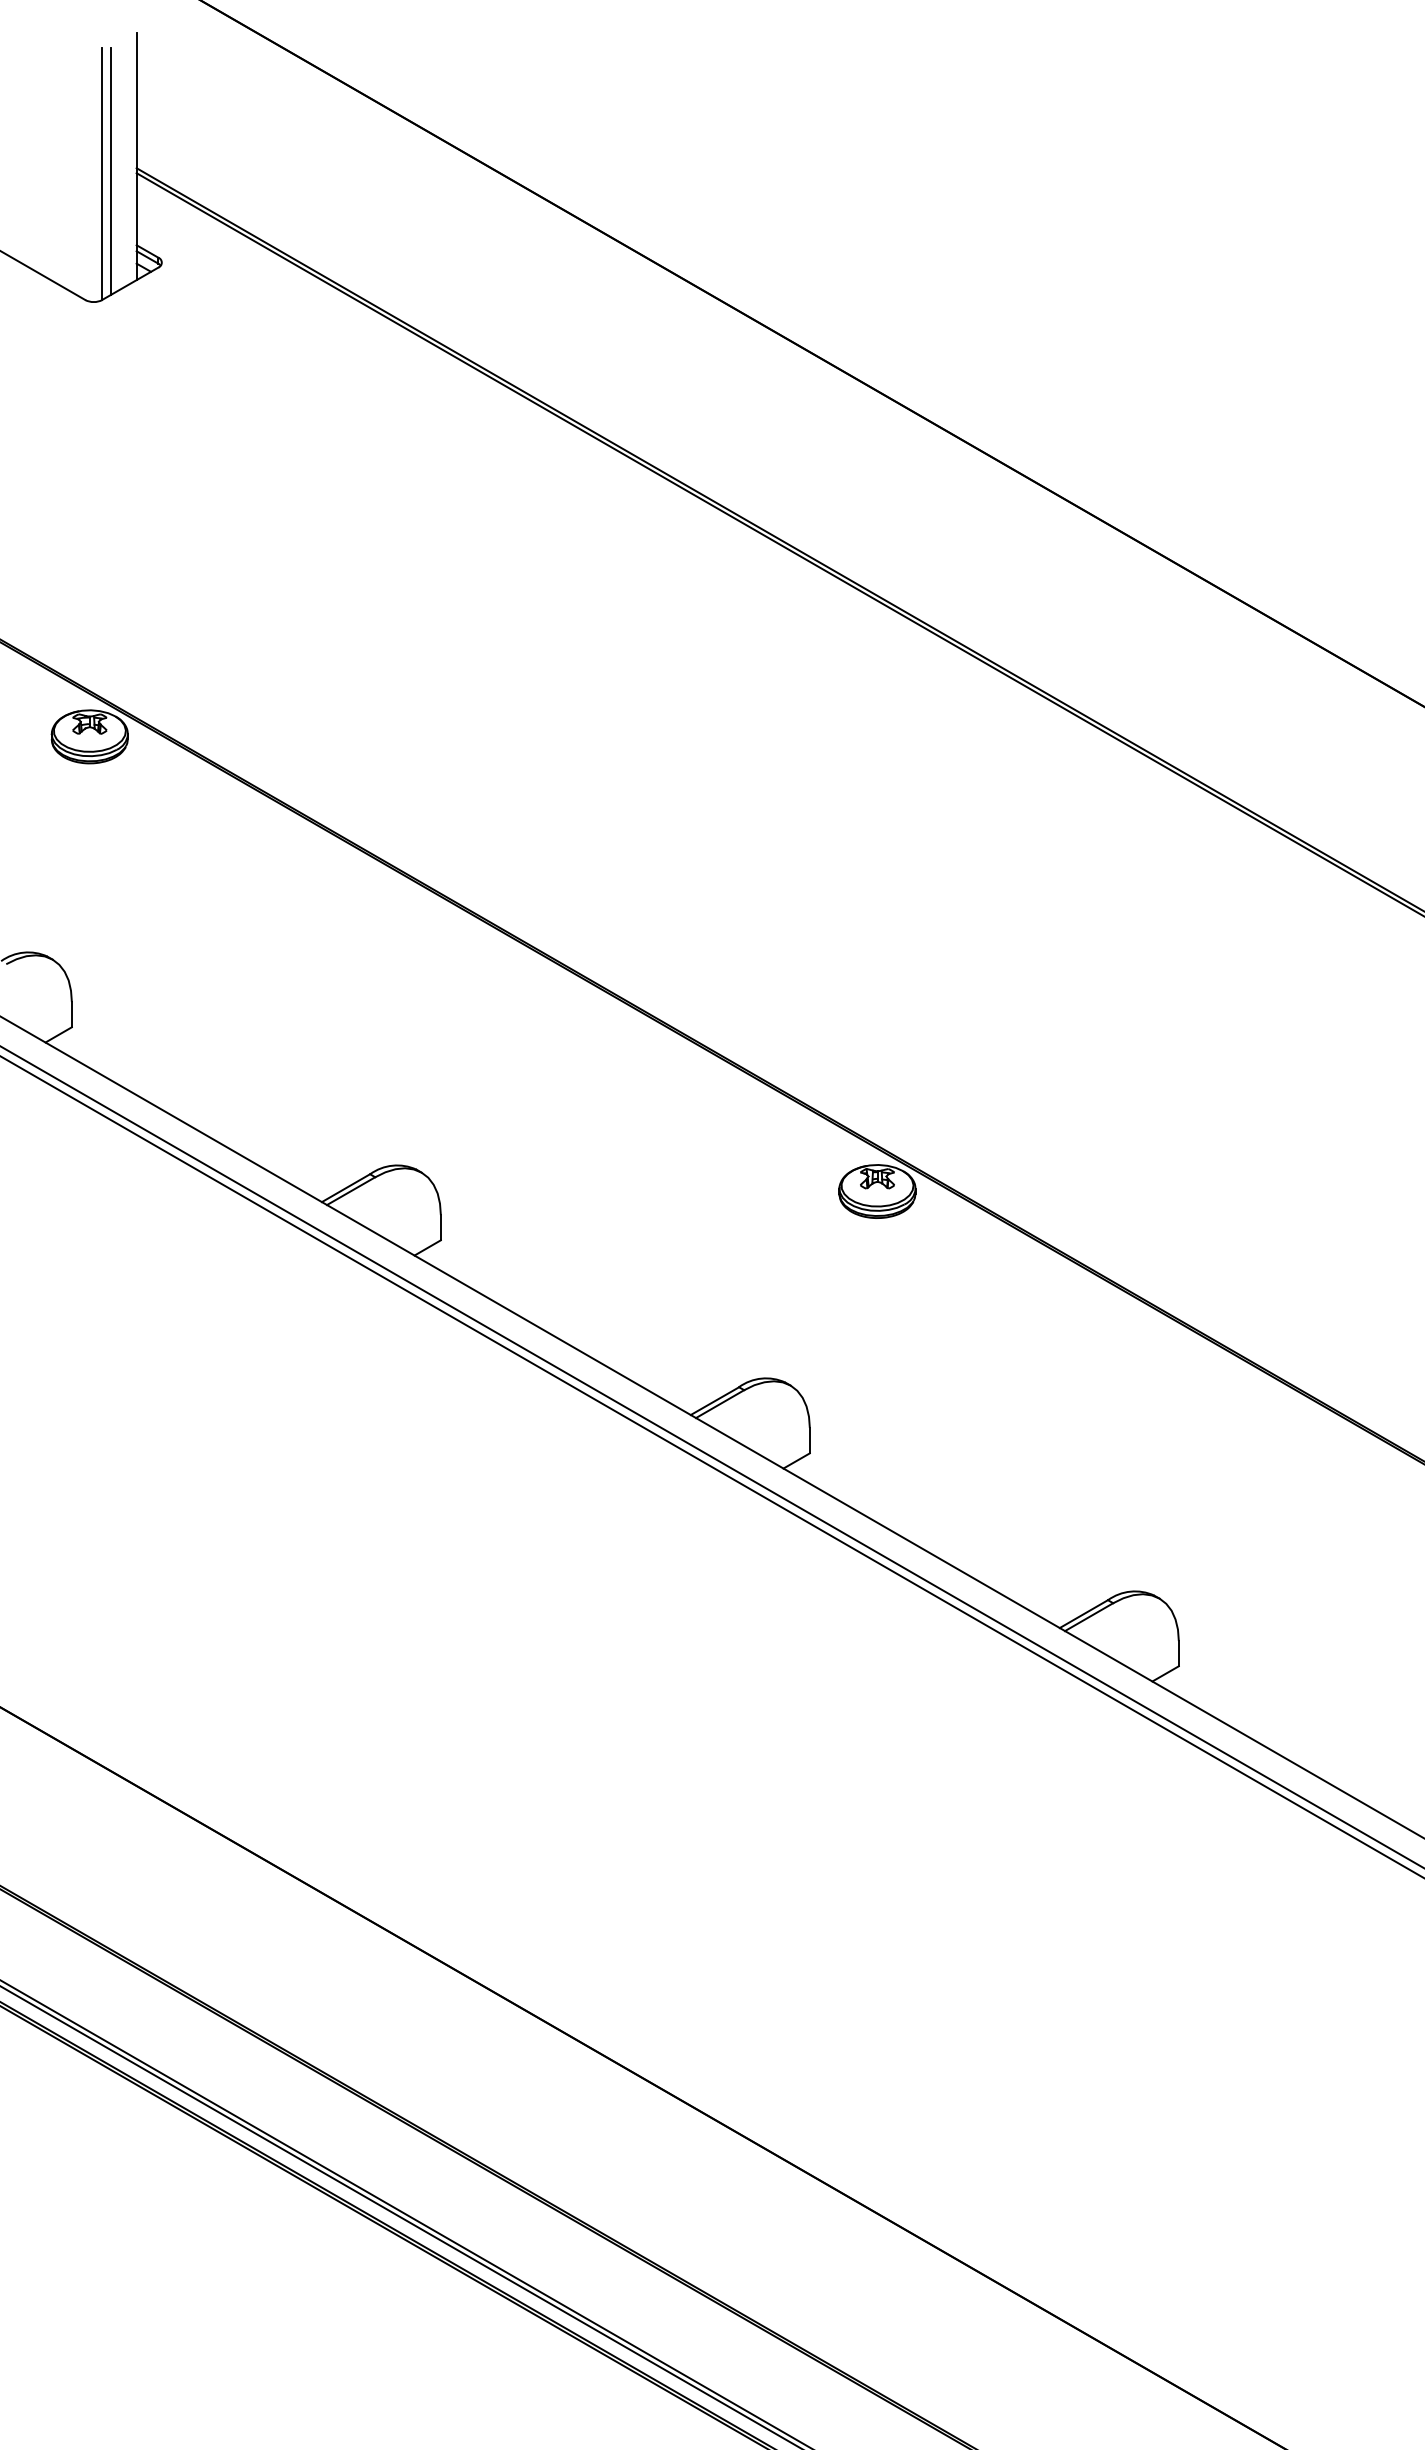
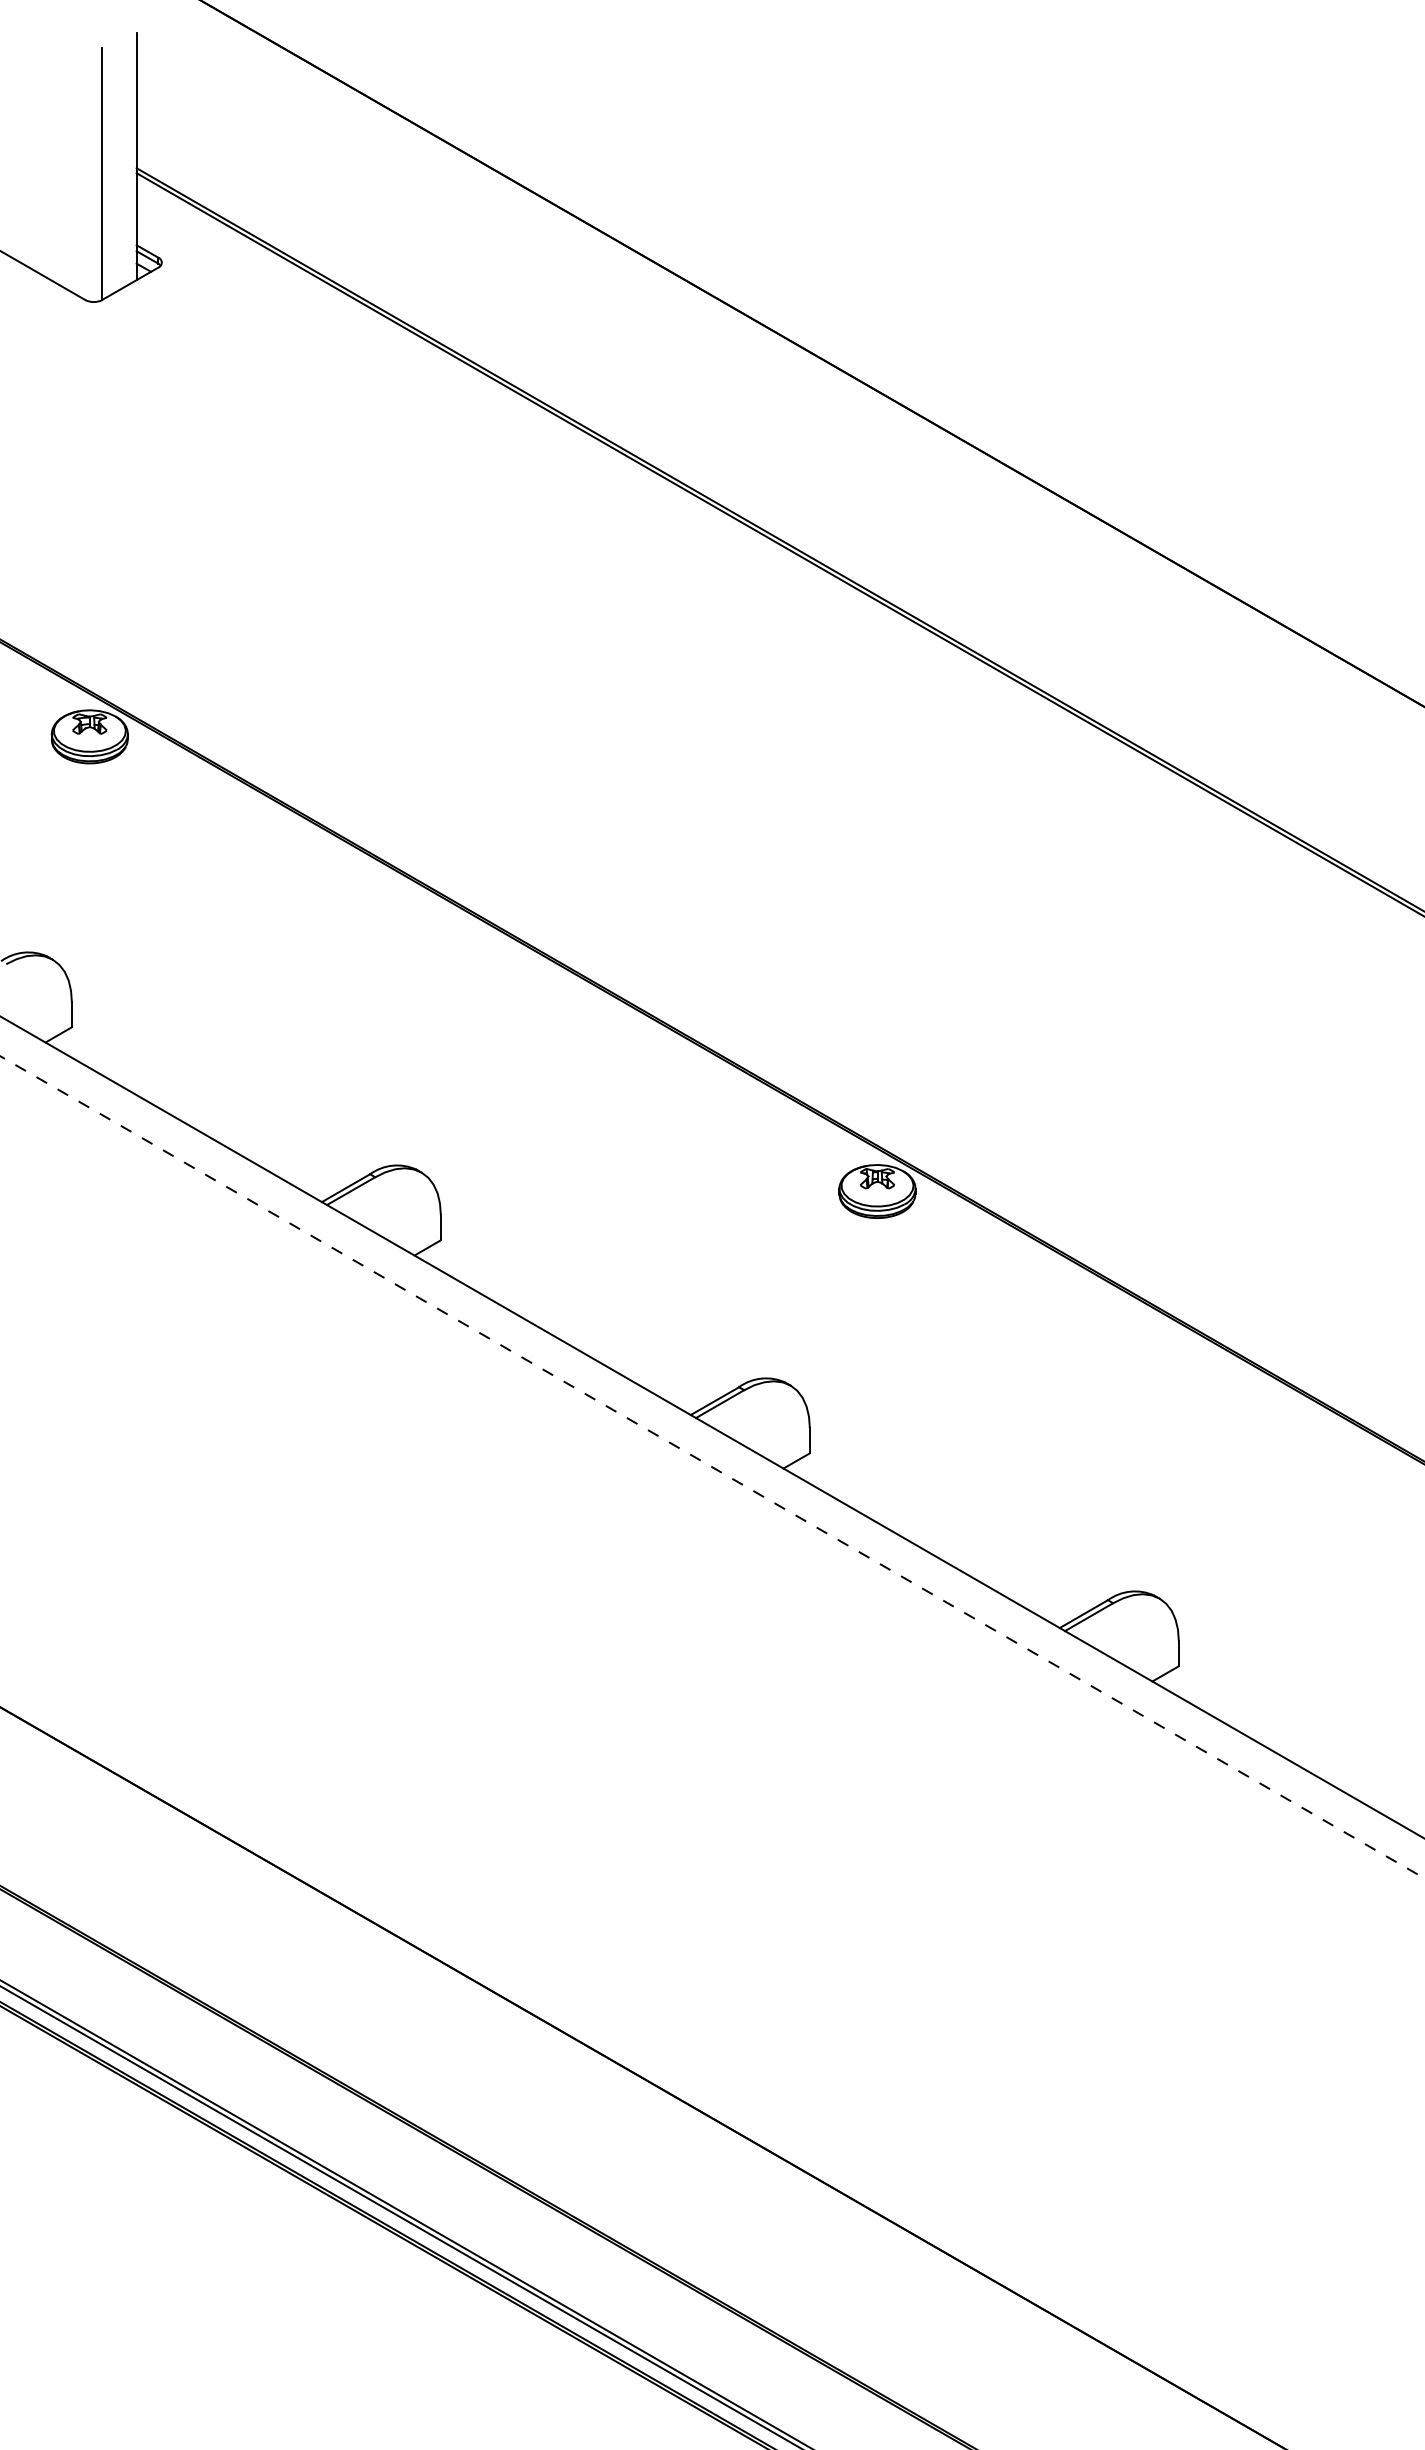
line at (110, 171): present -> none
line at (711, 1456): present -> none
line at (712, 1467): solid -> dashed
